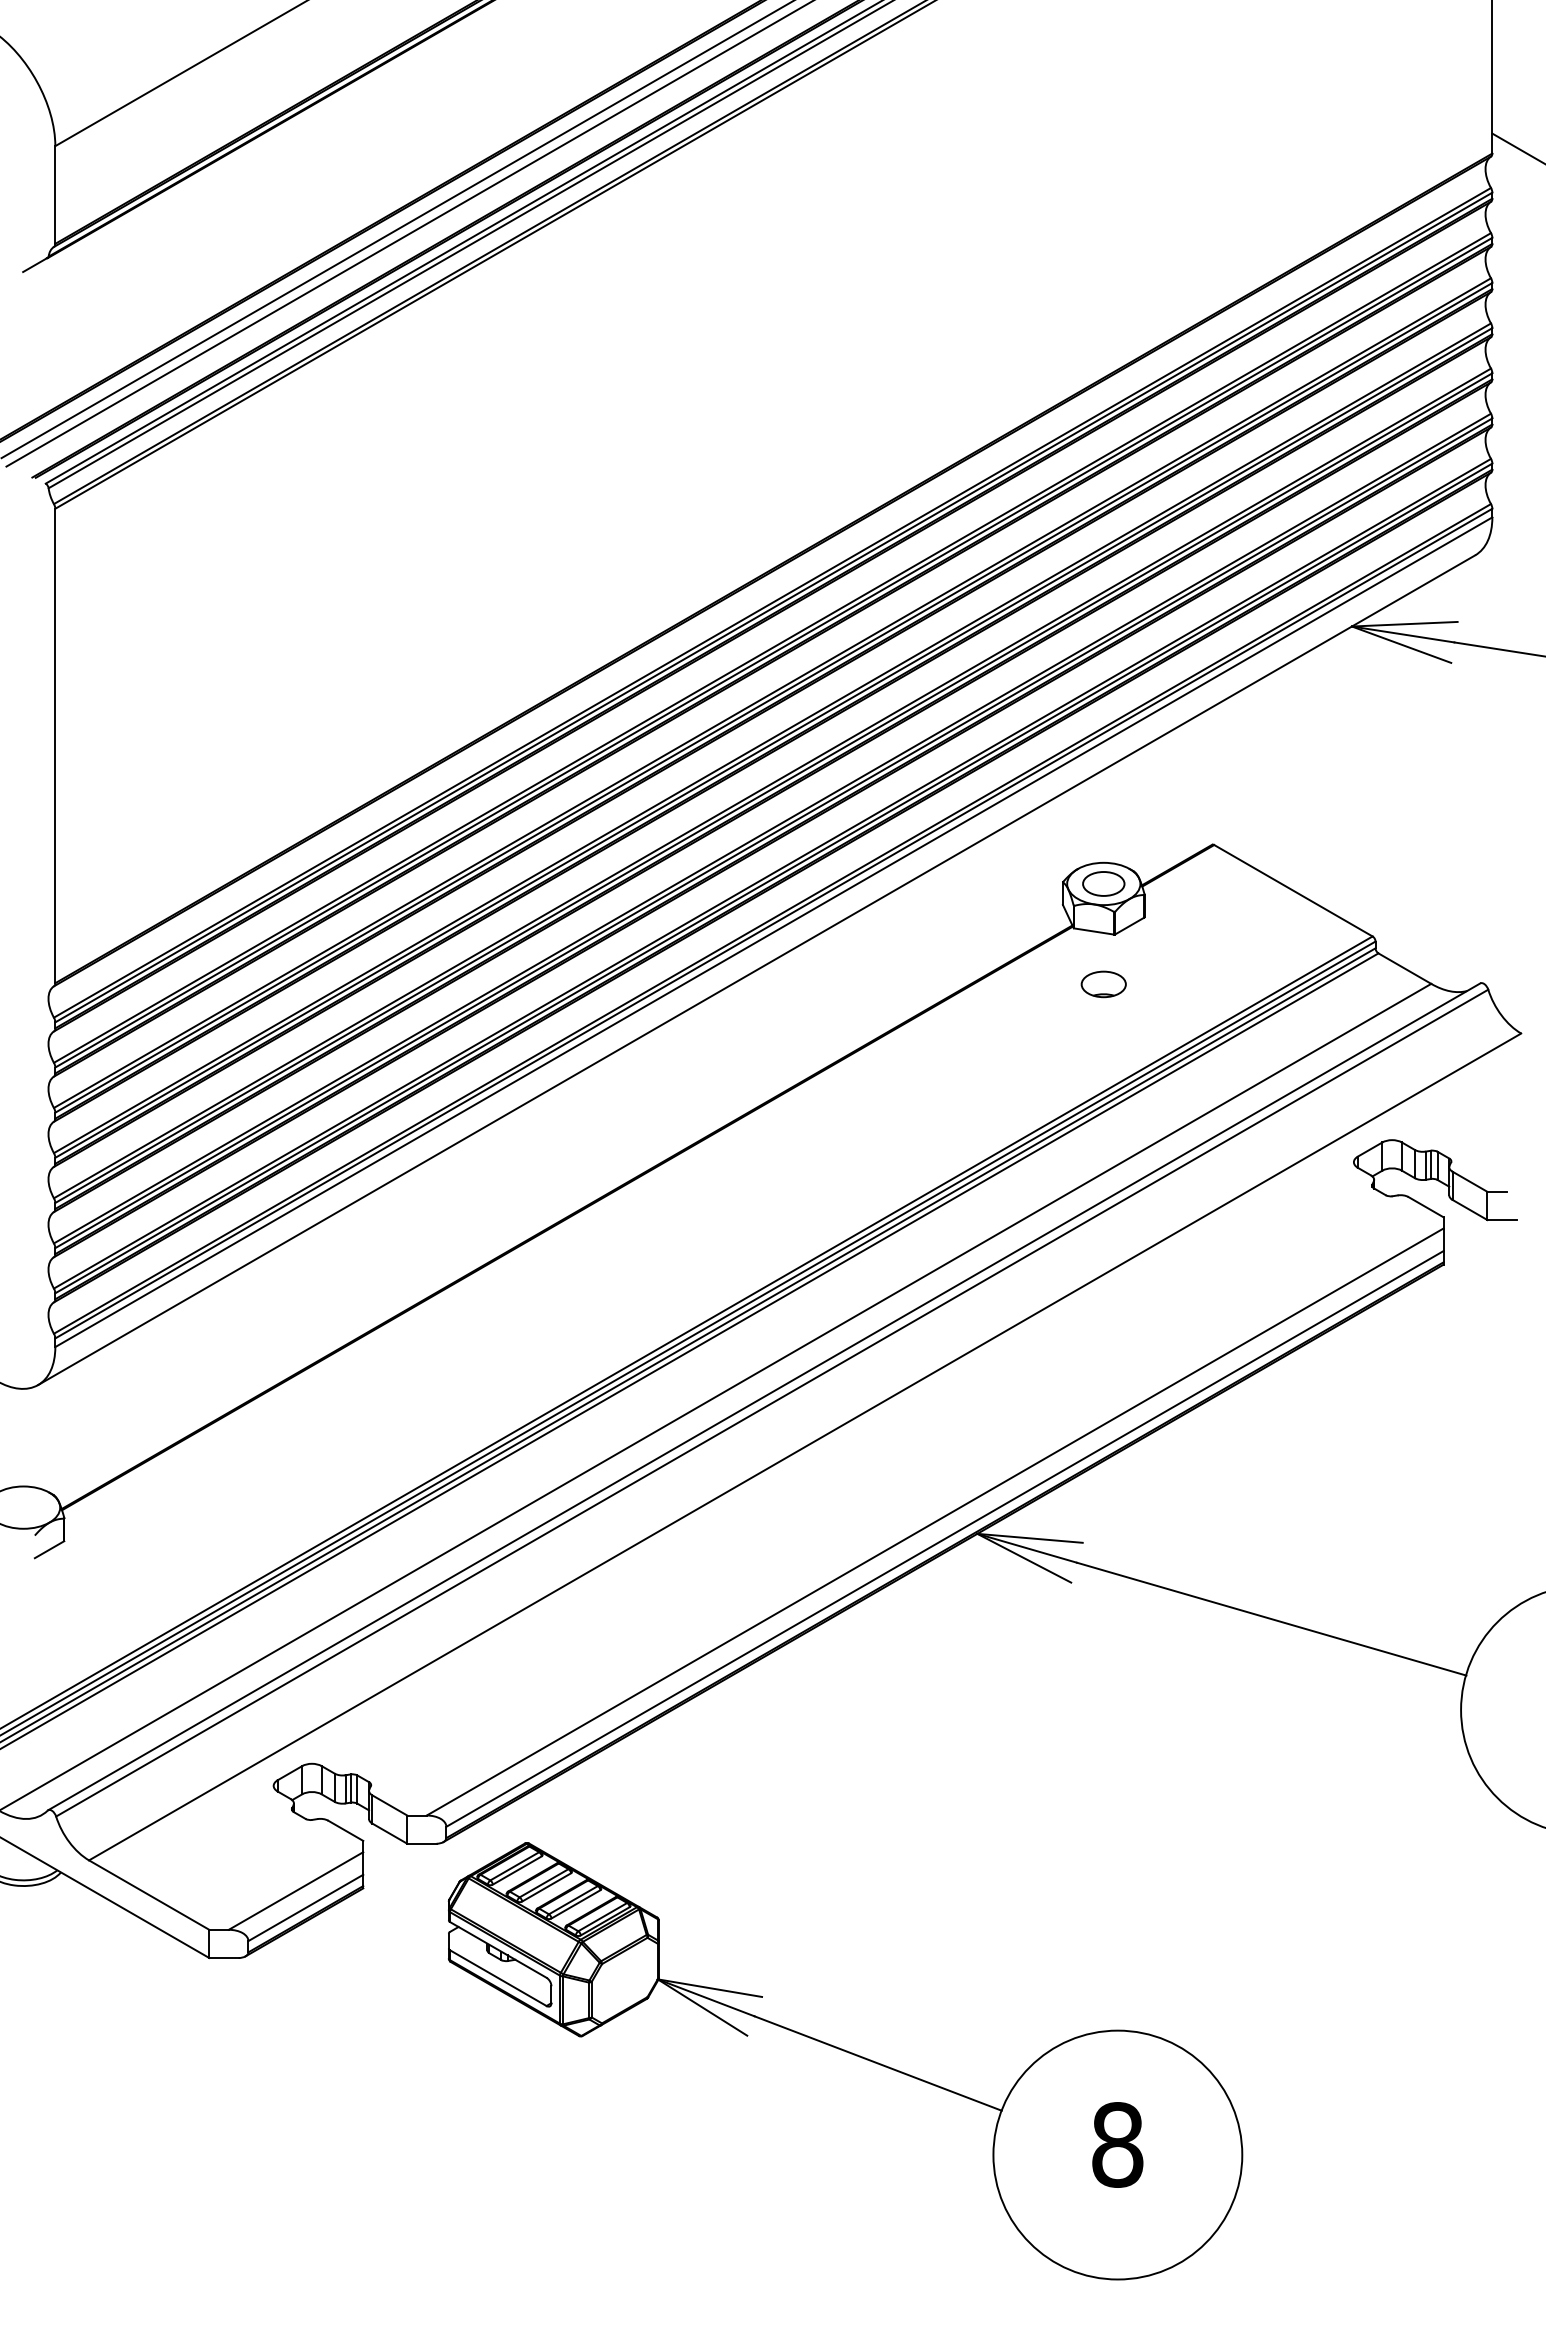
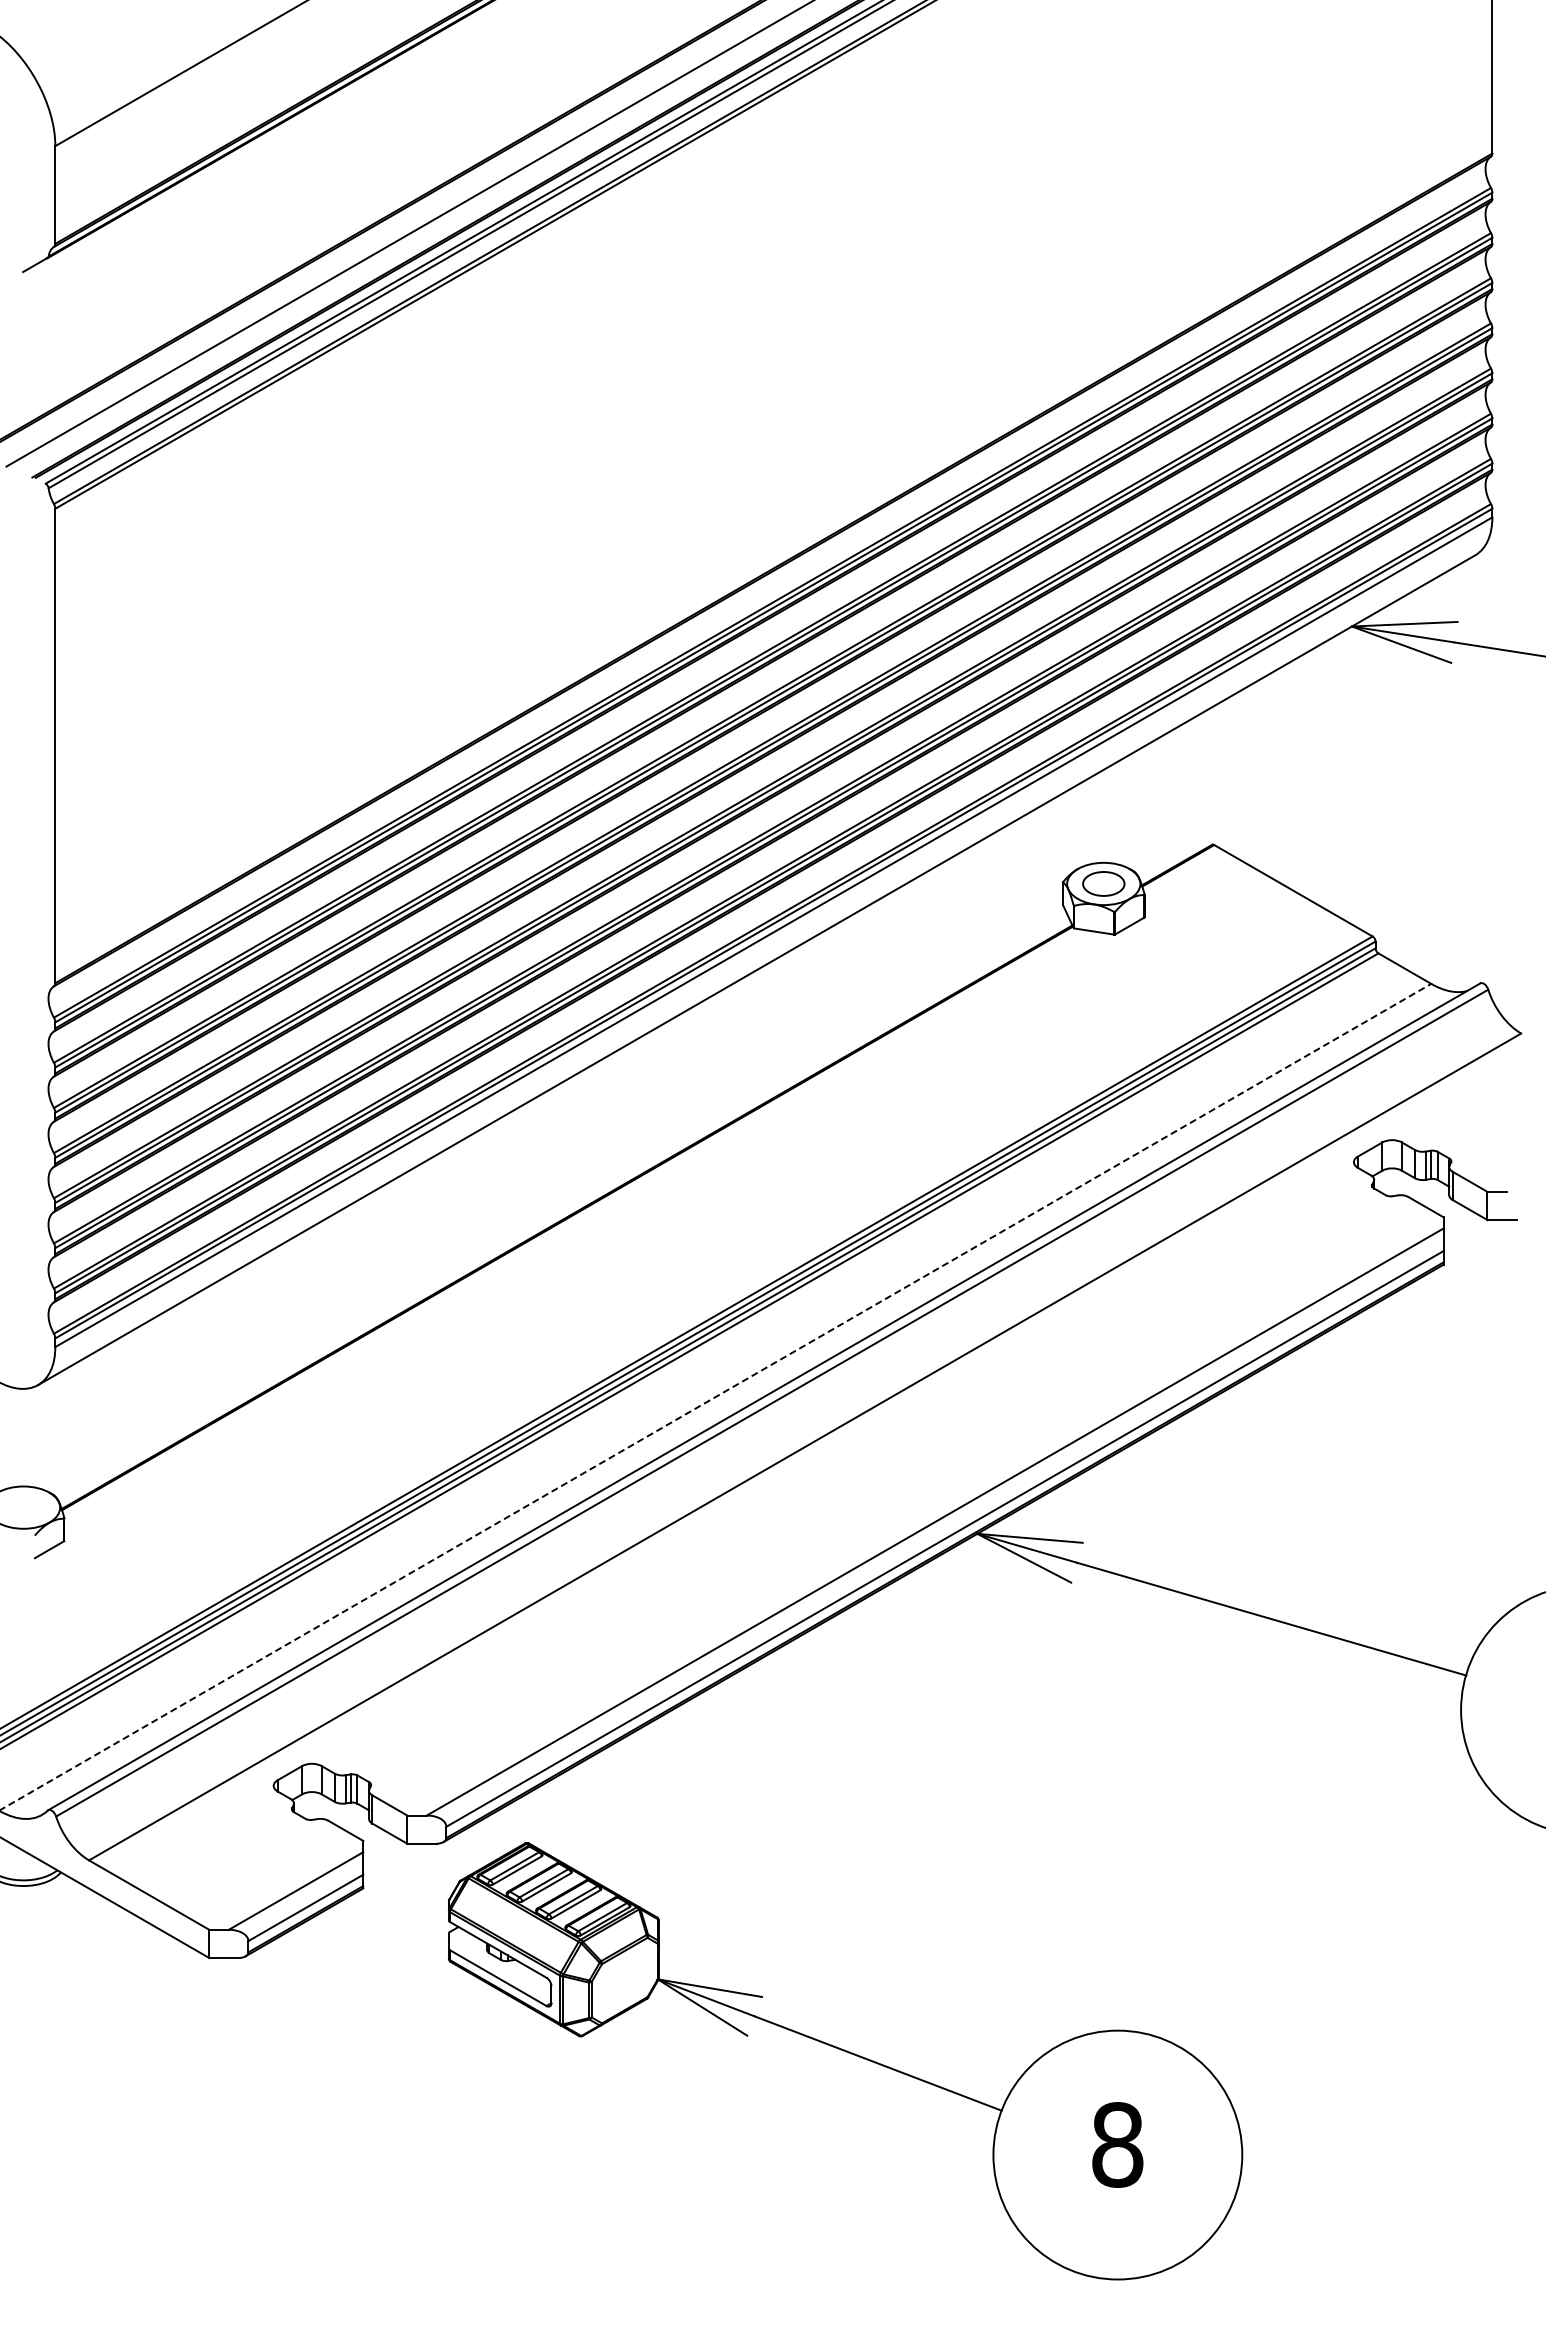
line at (1517, 147): present -> none
line at (396, 229): present -> none
part at (1103, 984): present -> none
line at (716, 1396): solid -> dashed
